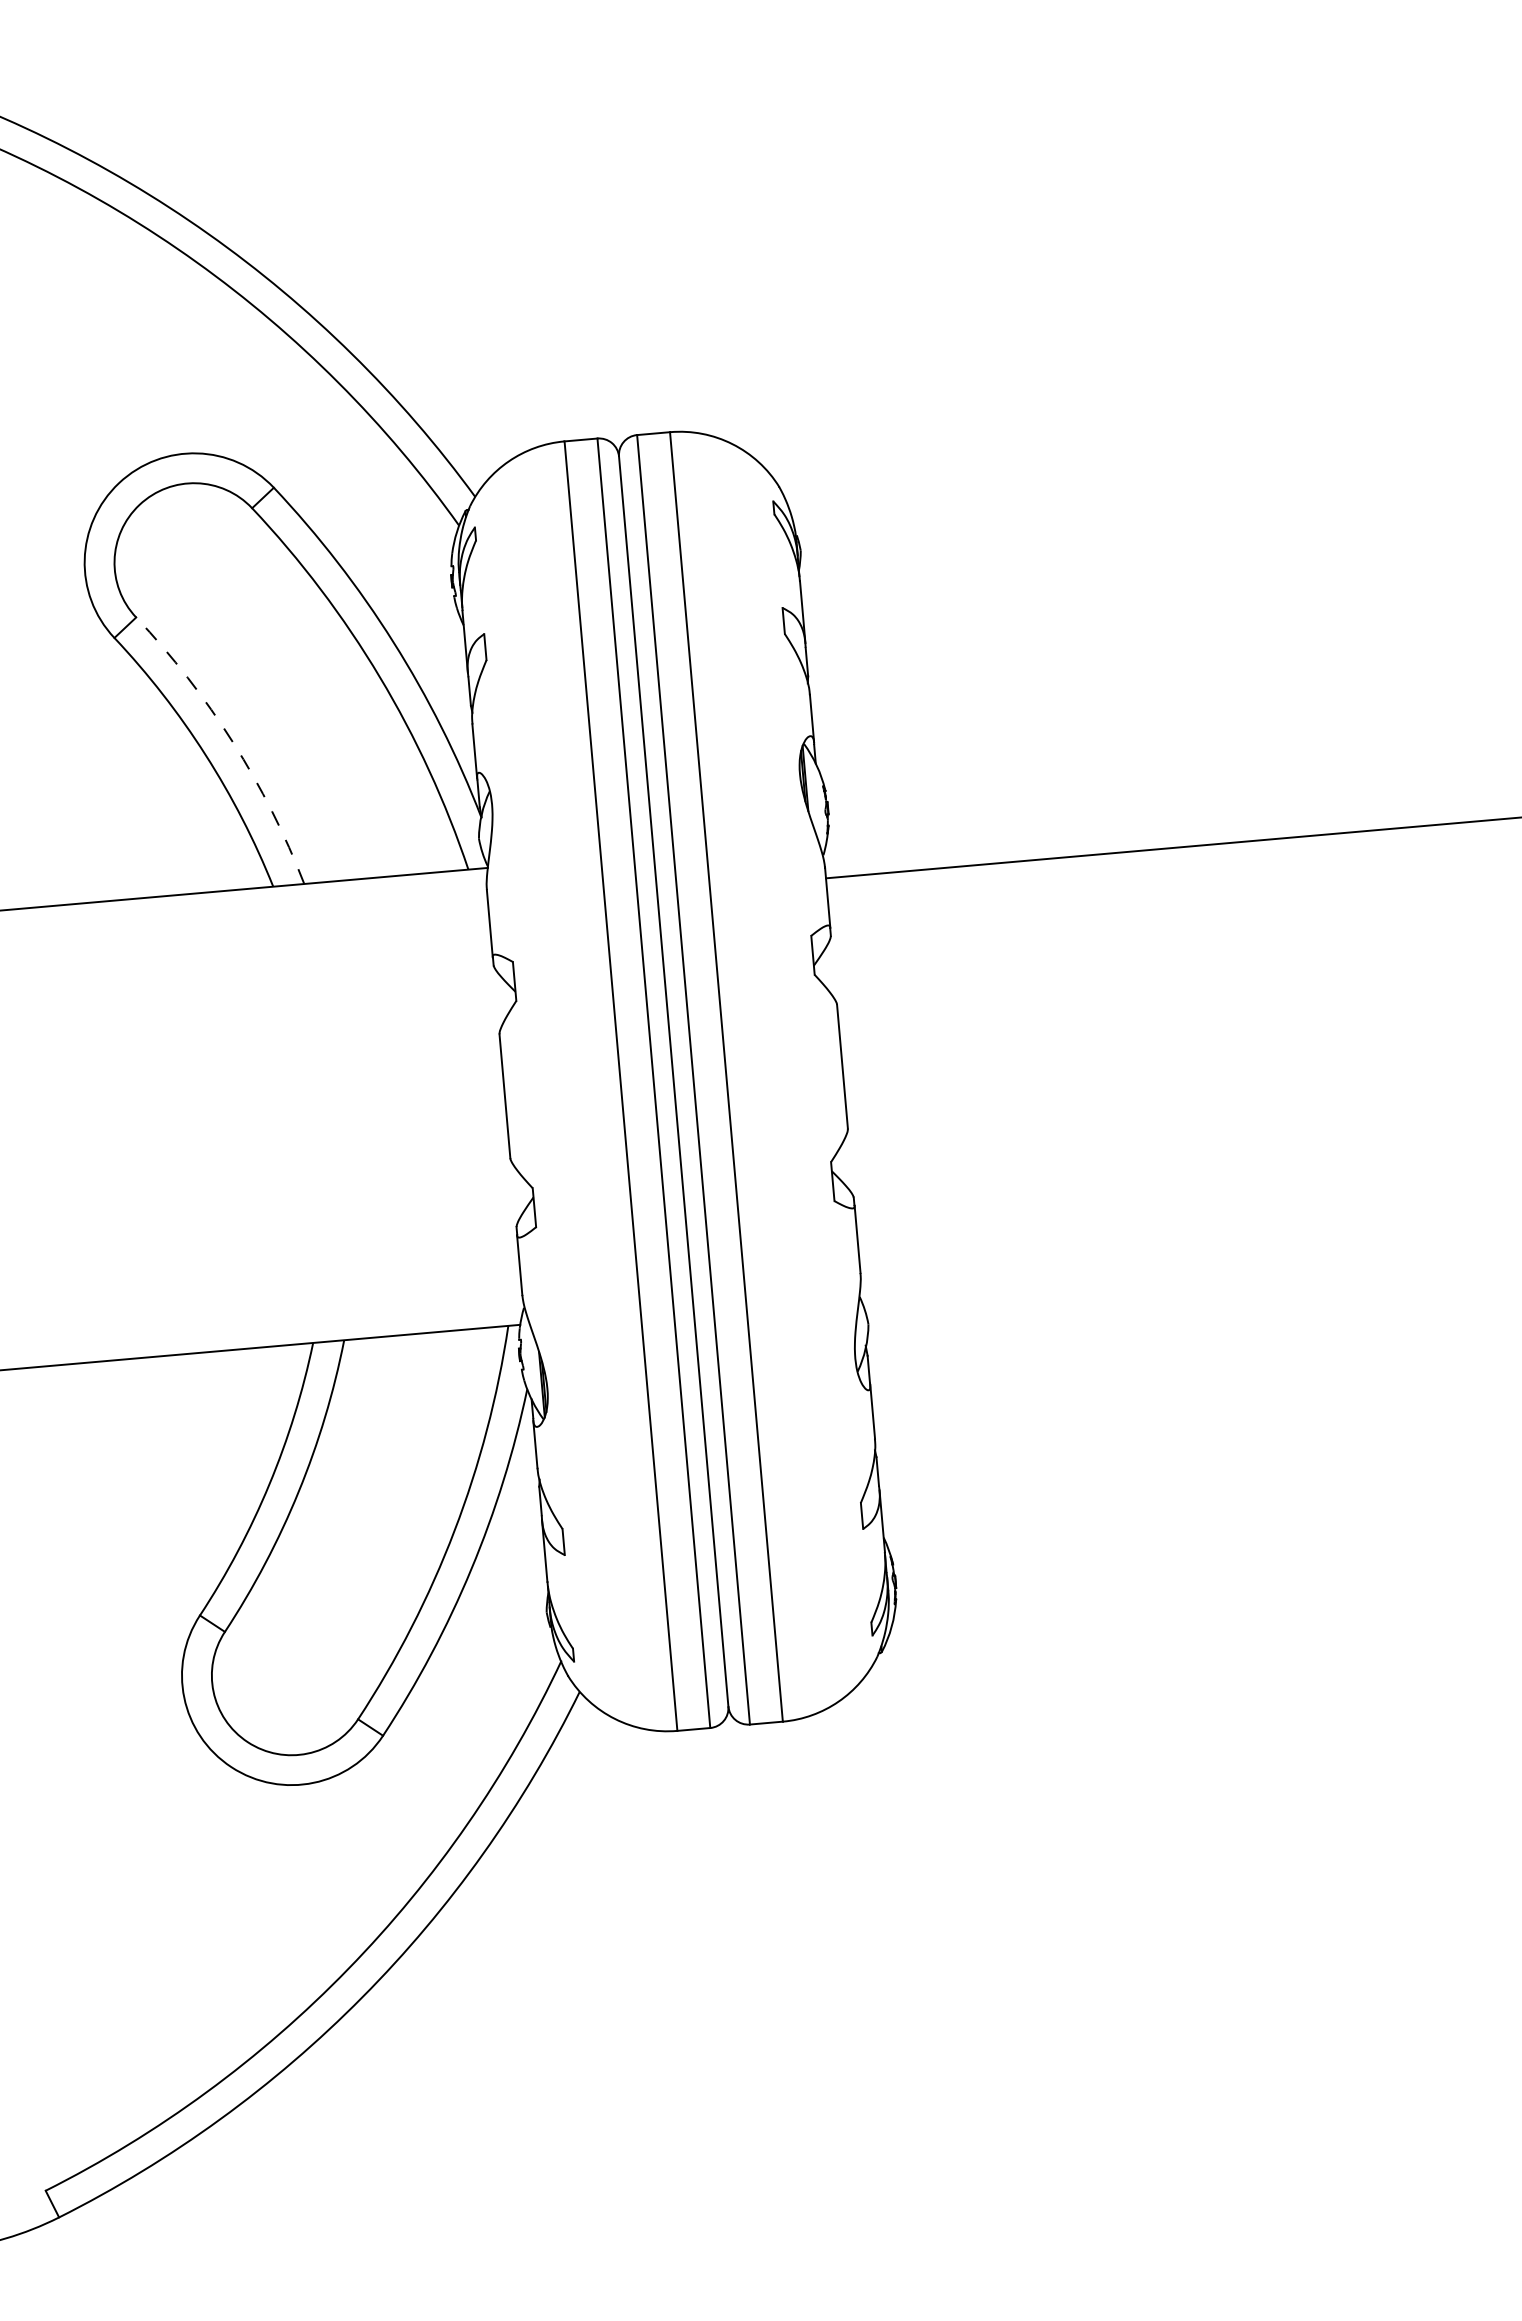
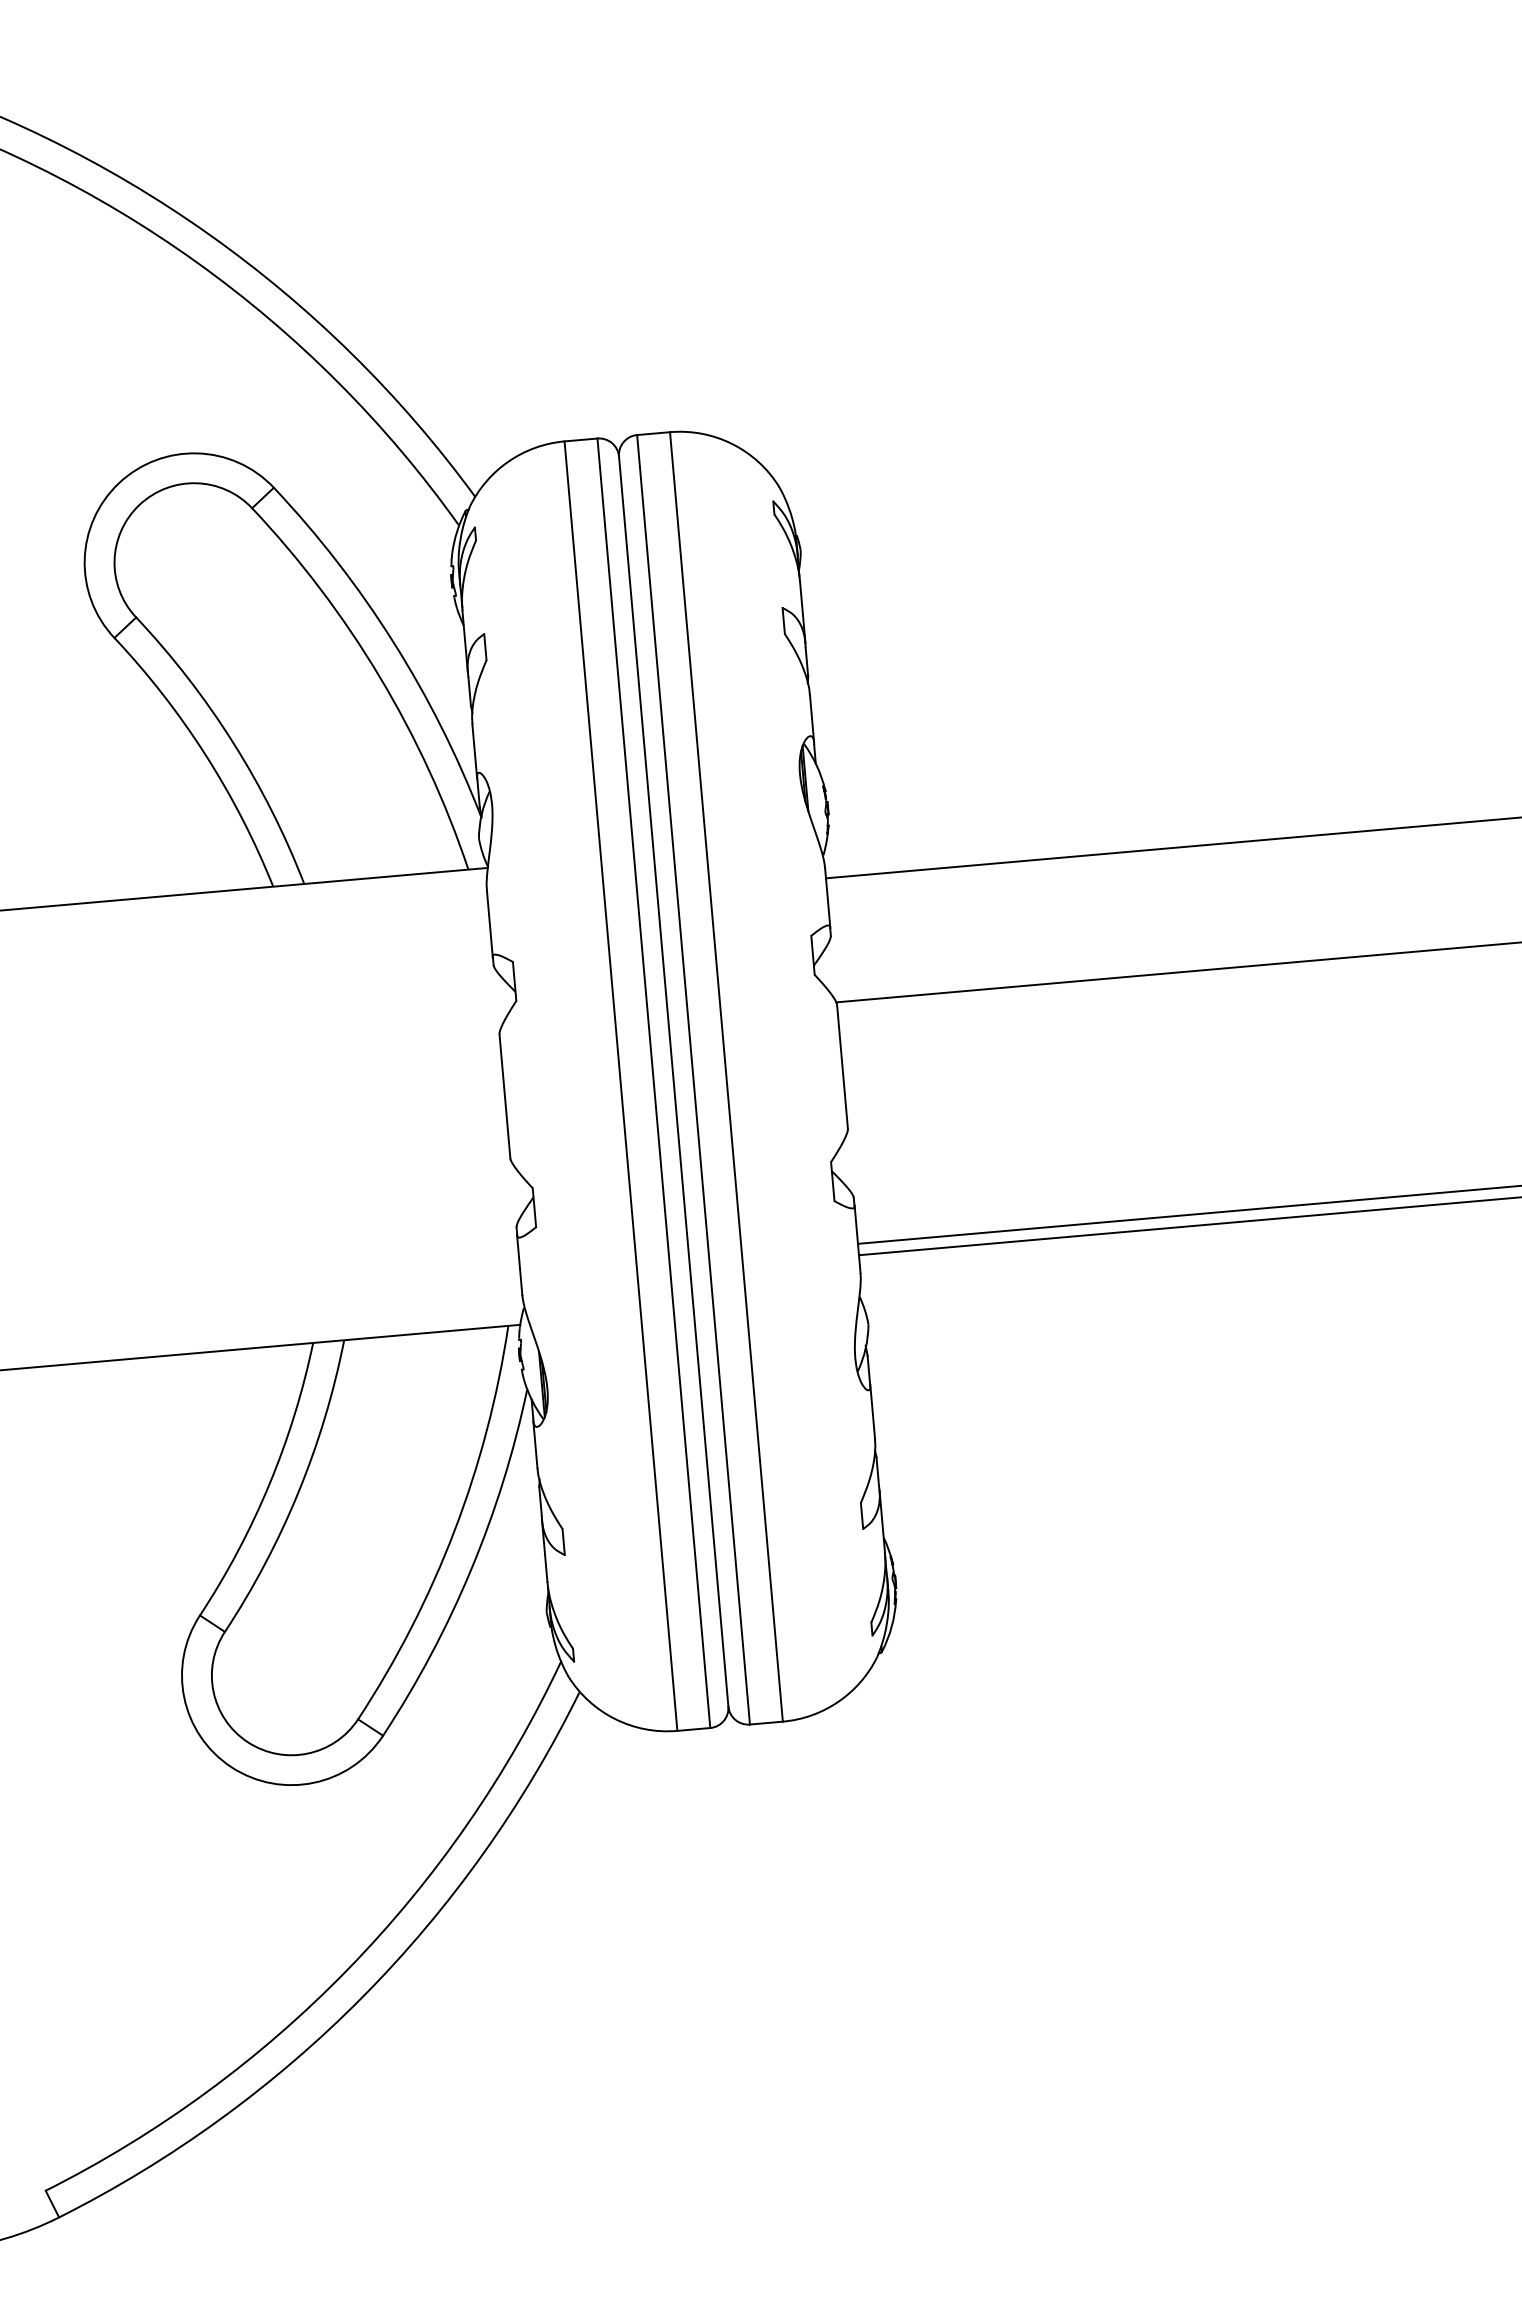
arc at (233, 742): dashed -> solid
line at (1177, 972): none -> present
line at (1187, 1214): none -> present
line at (1188, 1226): none -> present
